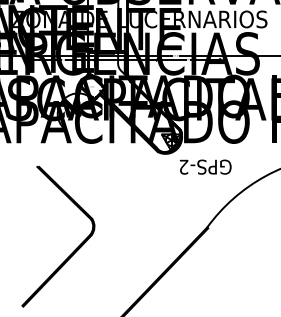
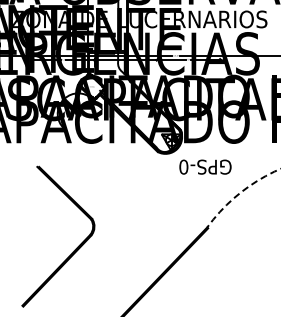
text at (183, 166): GPS-2 -> GPS-0
arc at (240, 192): solid -> dashed
